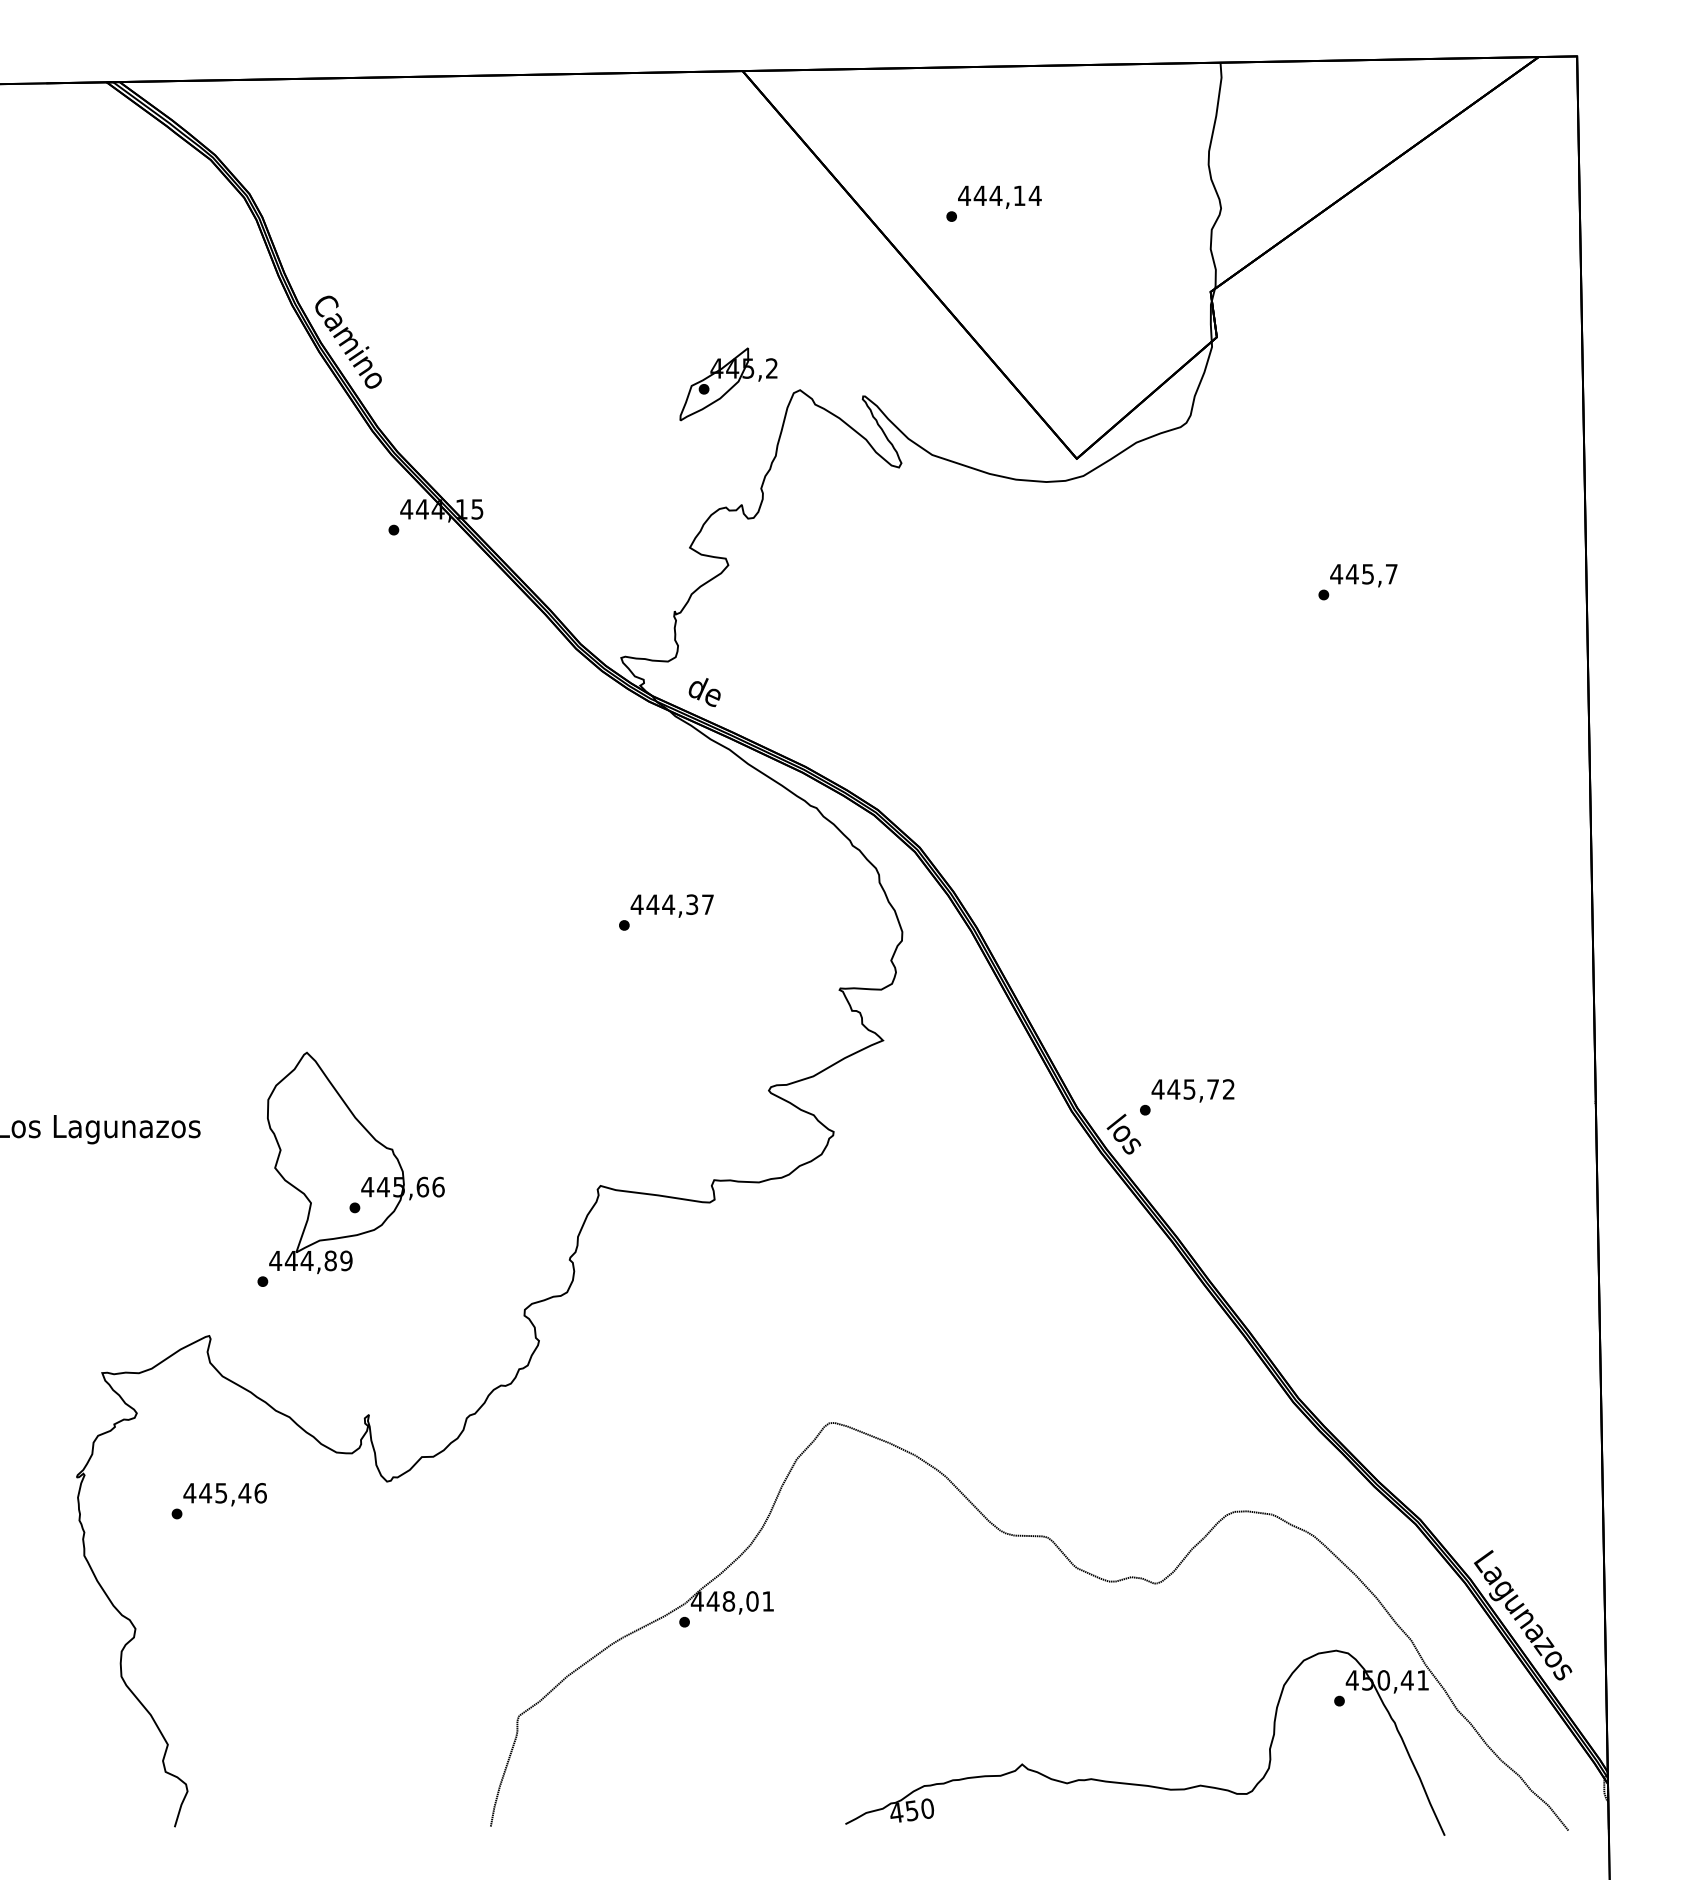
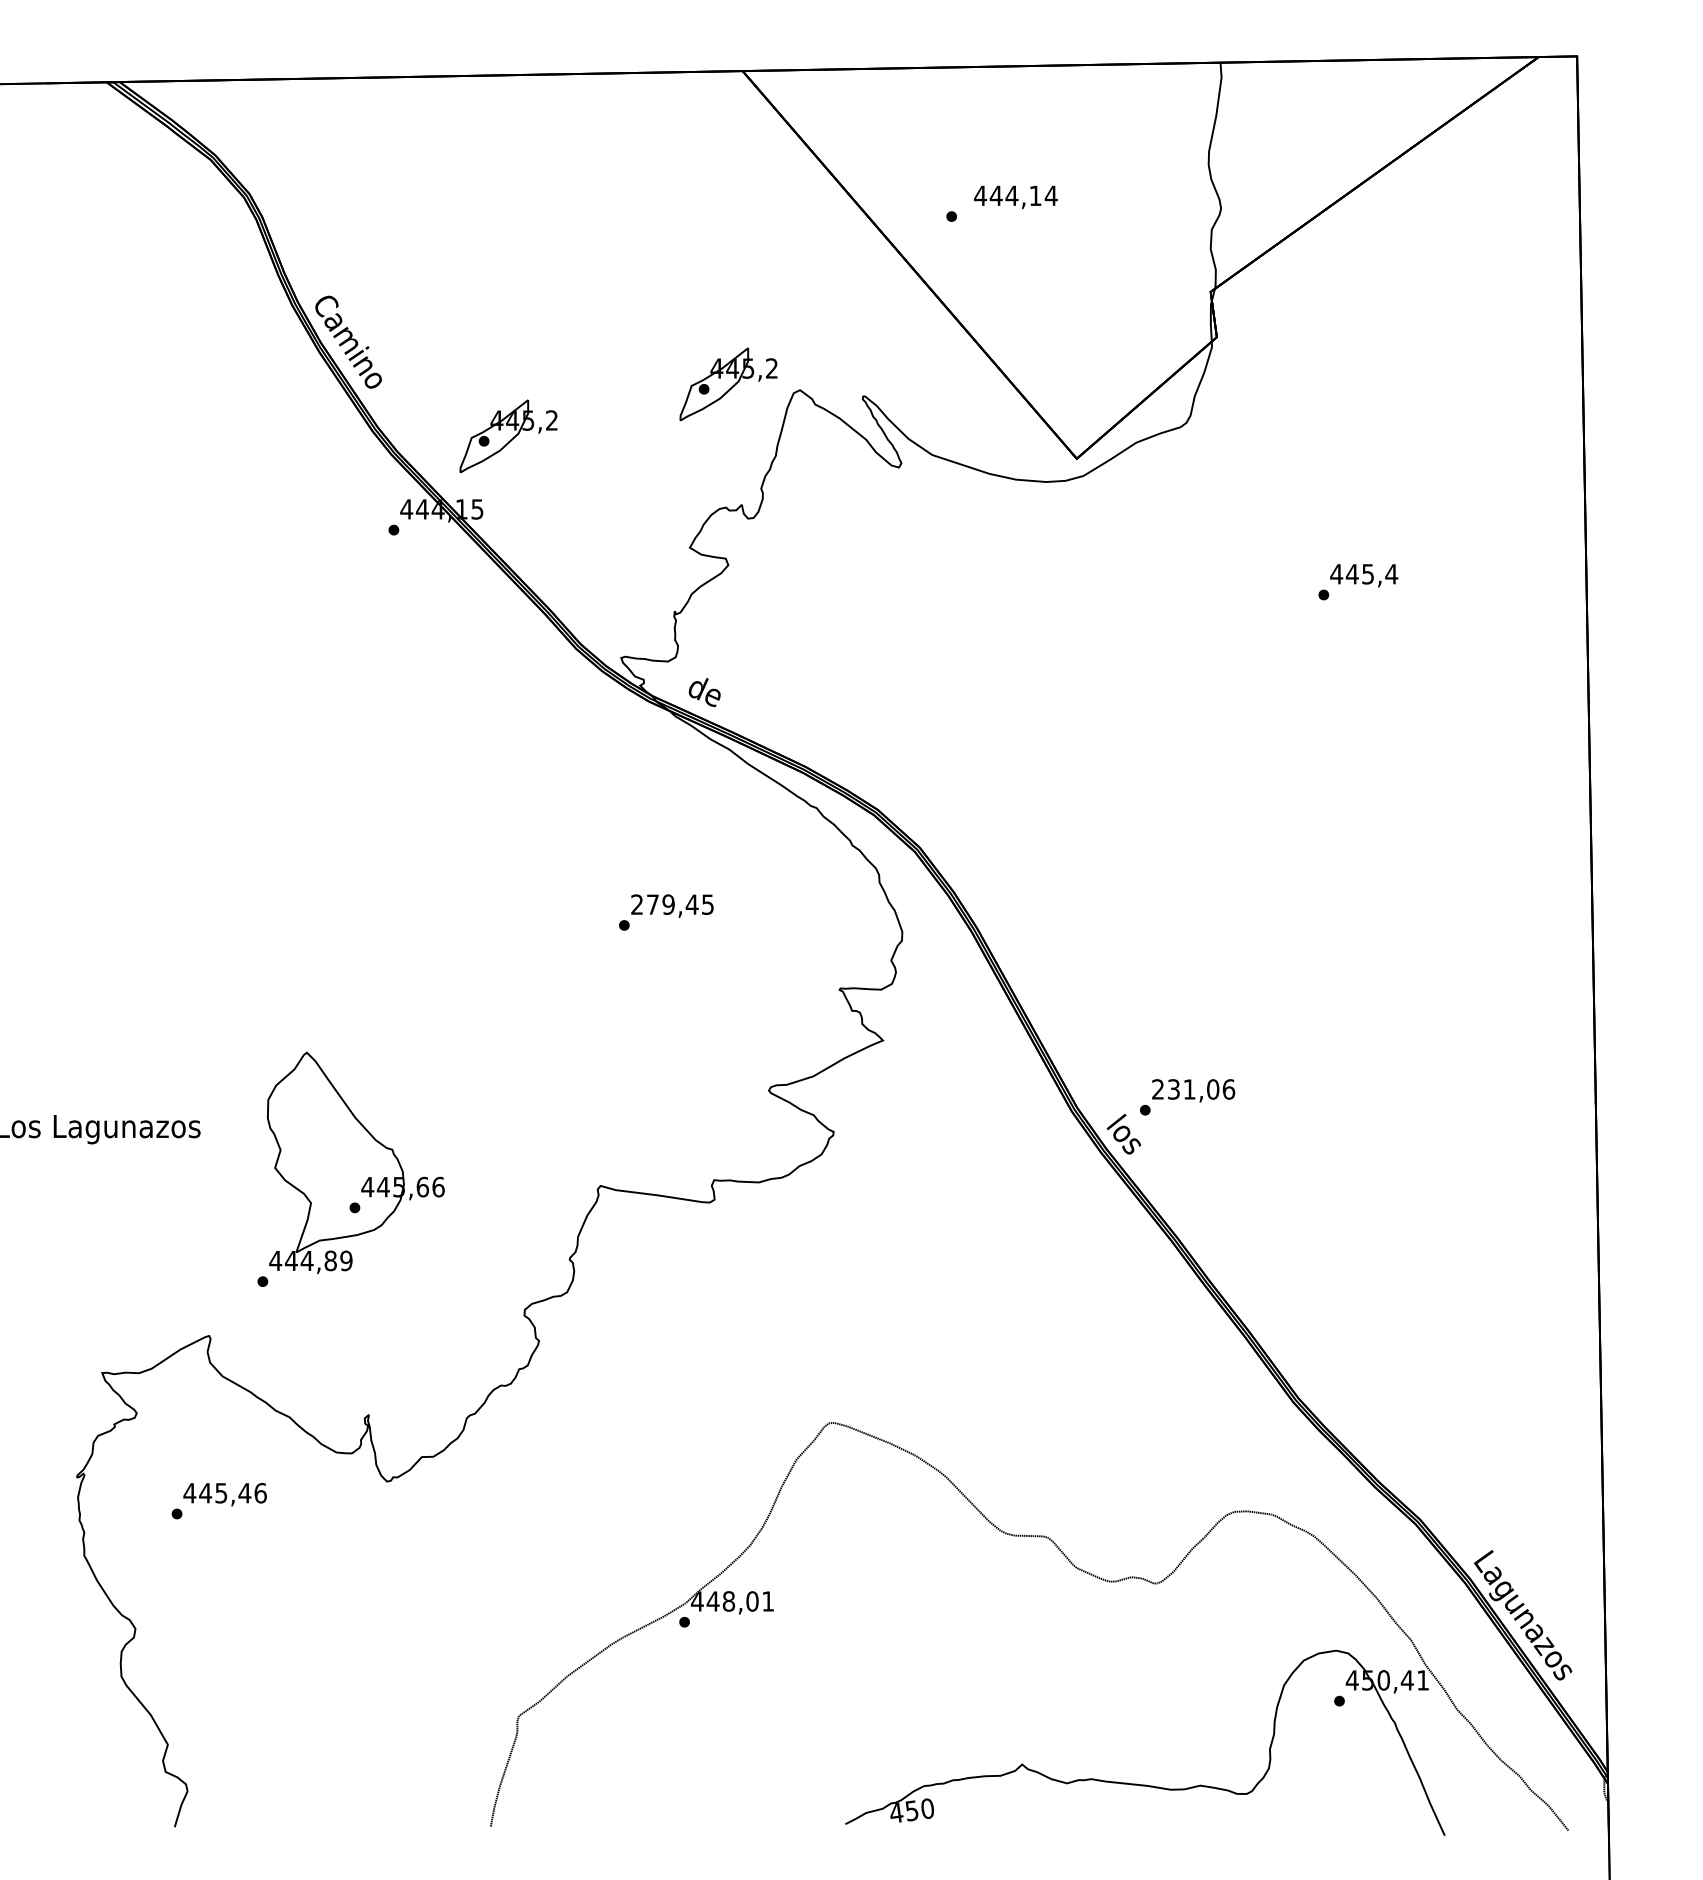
text at (999, 196) position: (999, 196) -> (1015, 196)
part at (508, 436): none -> present
text at (1391, 574): 445,7 -> 445,4
text at (671, 904): 444,37 -> 279,45
text at (1193, 1089): 445,72 -> 231,06
